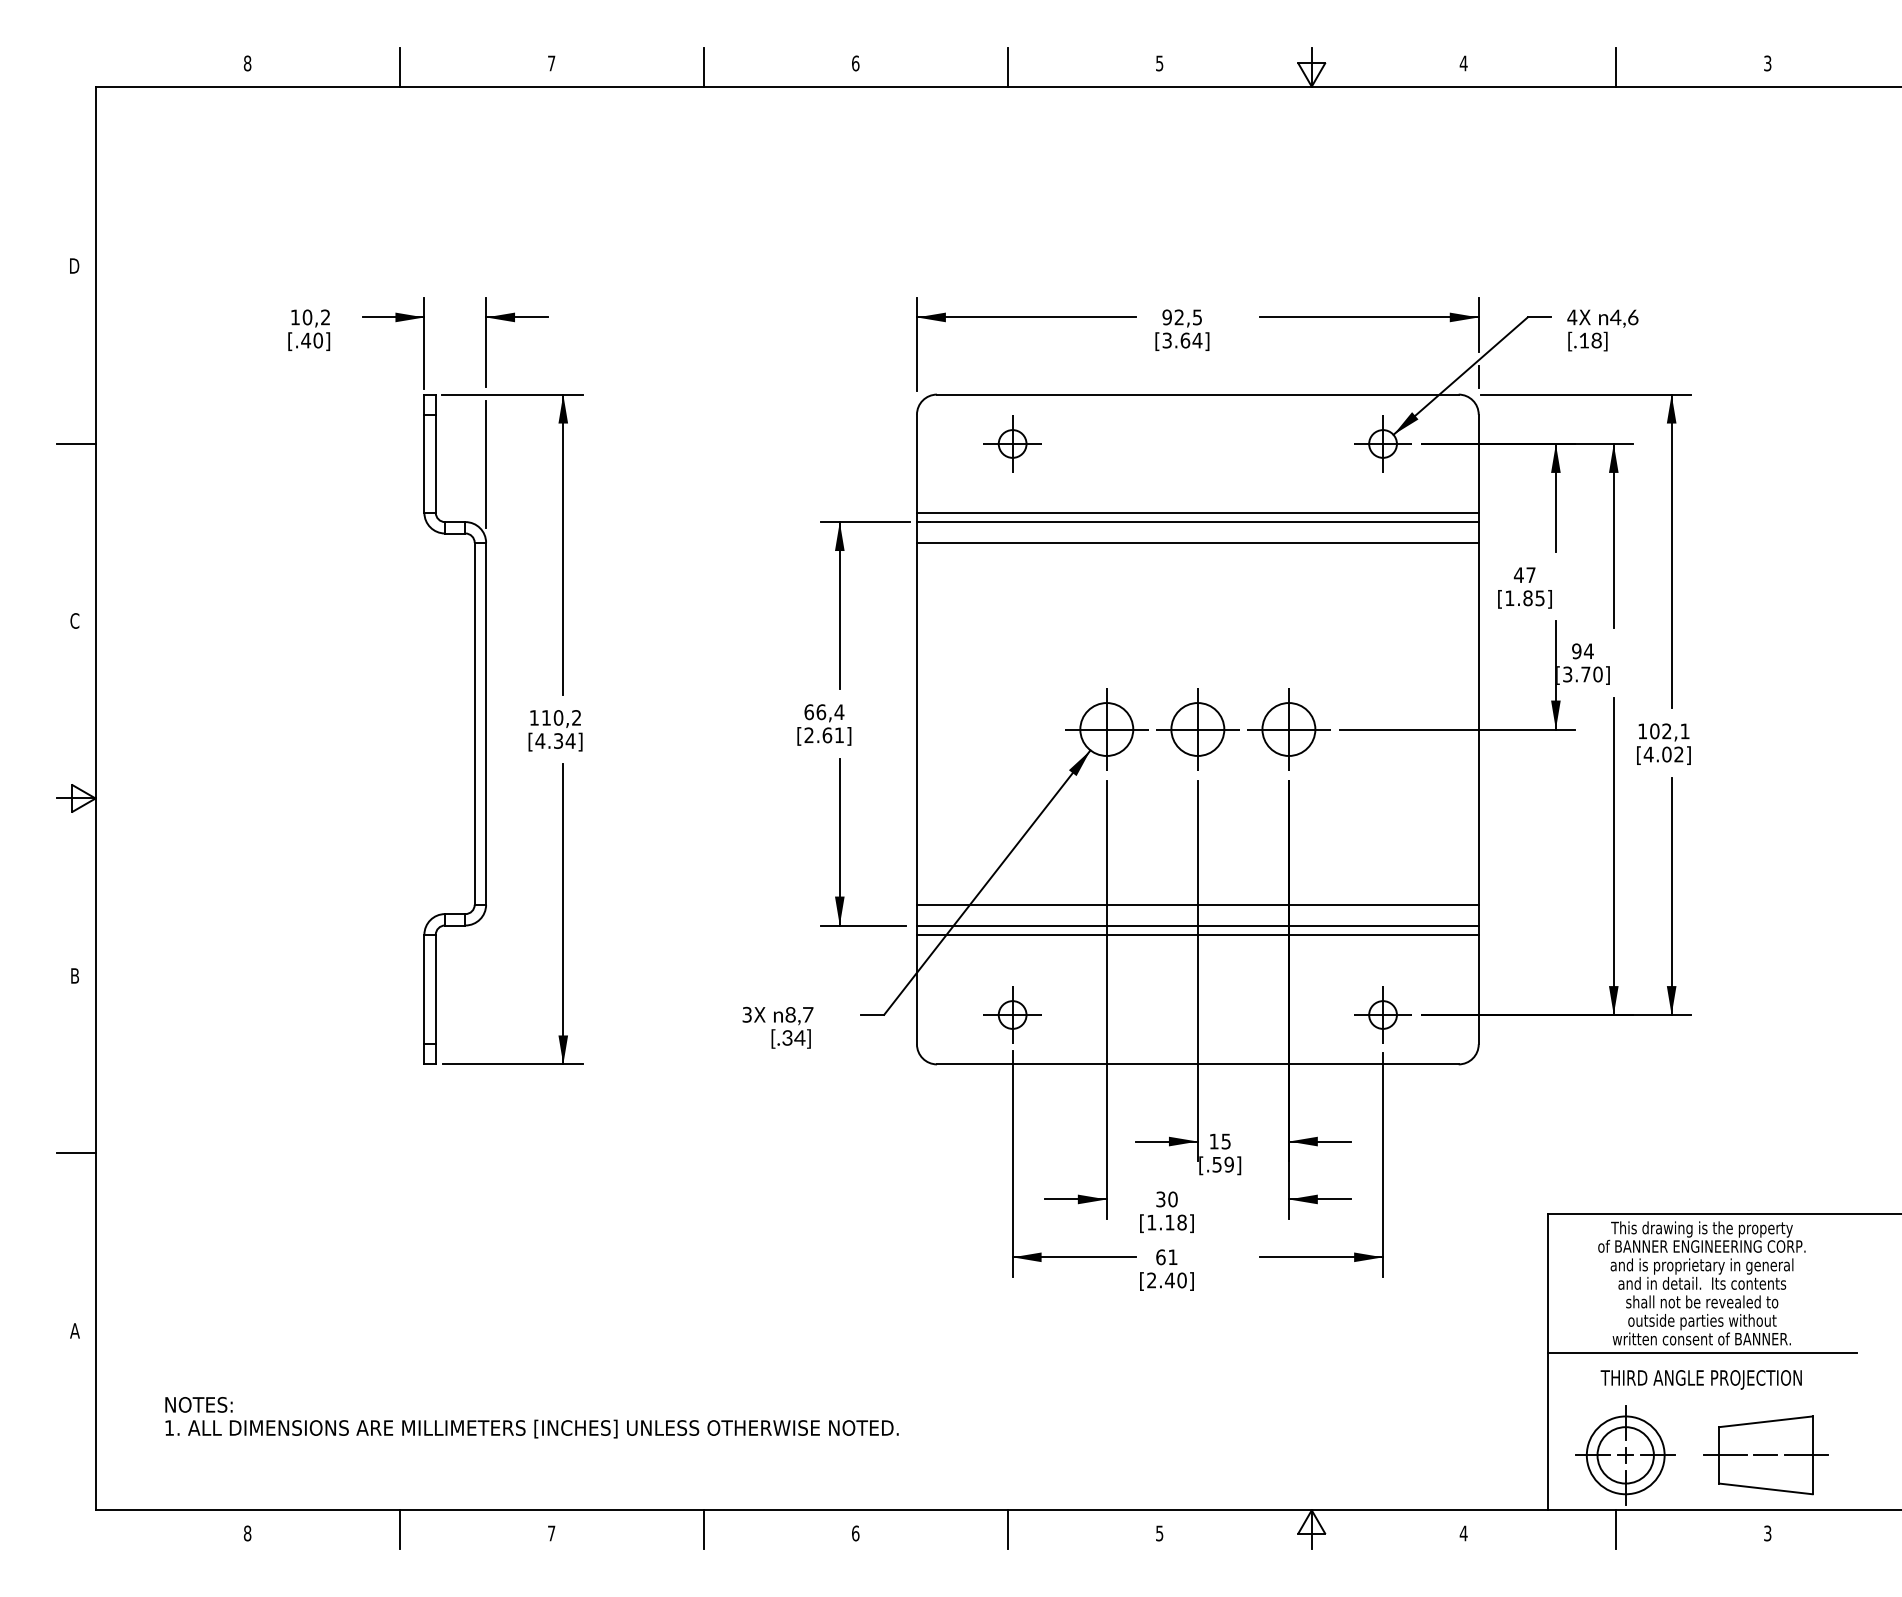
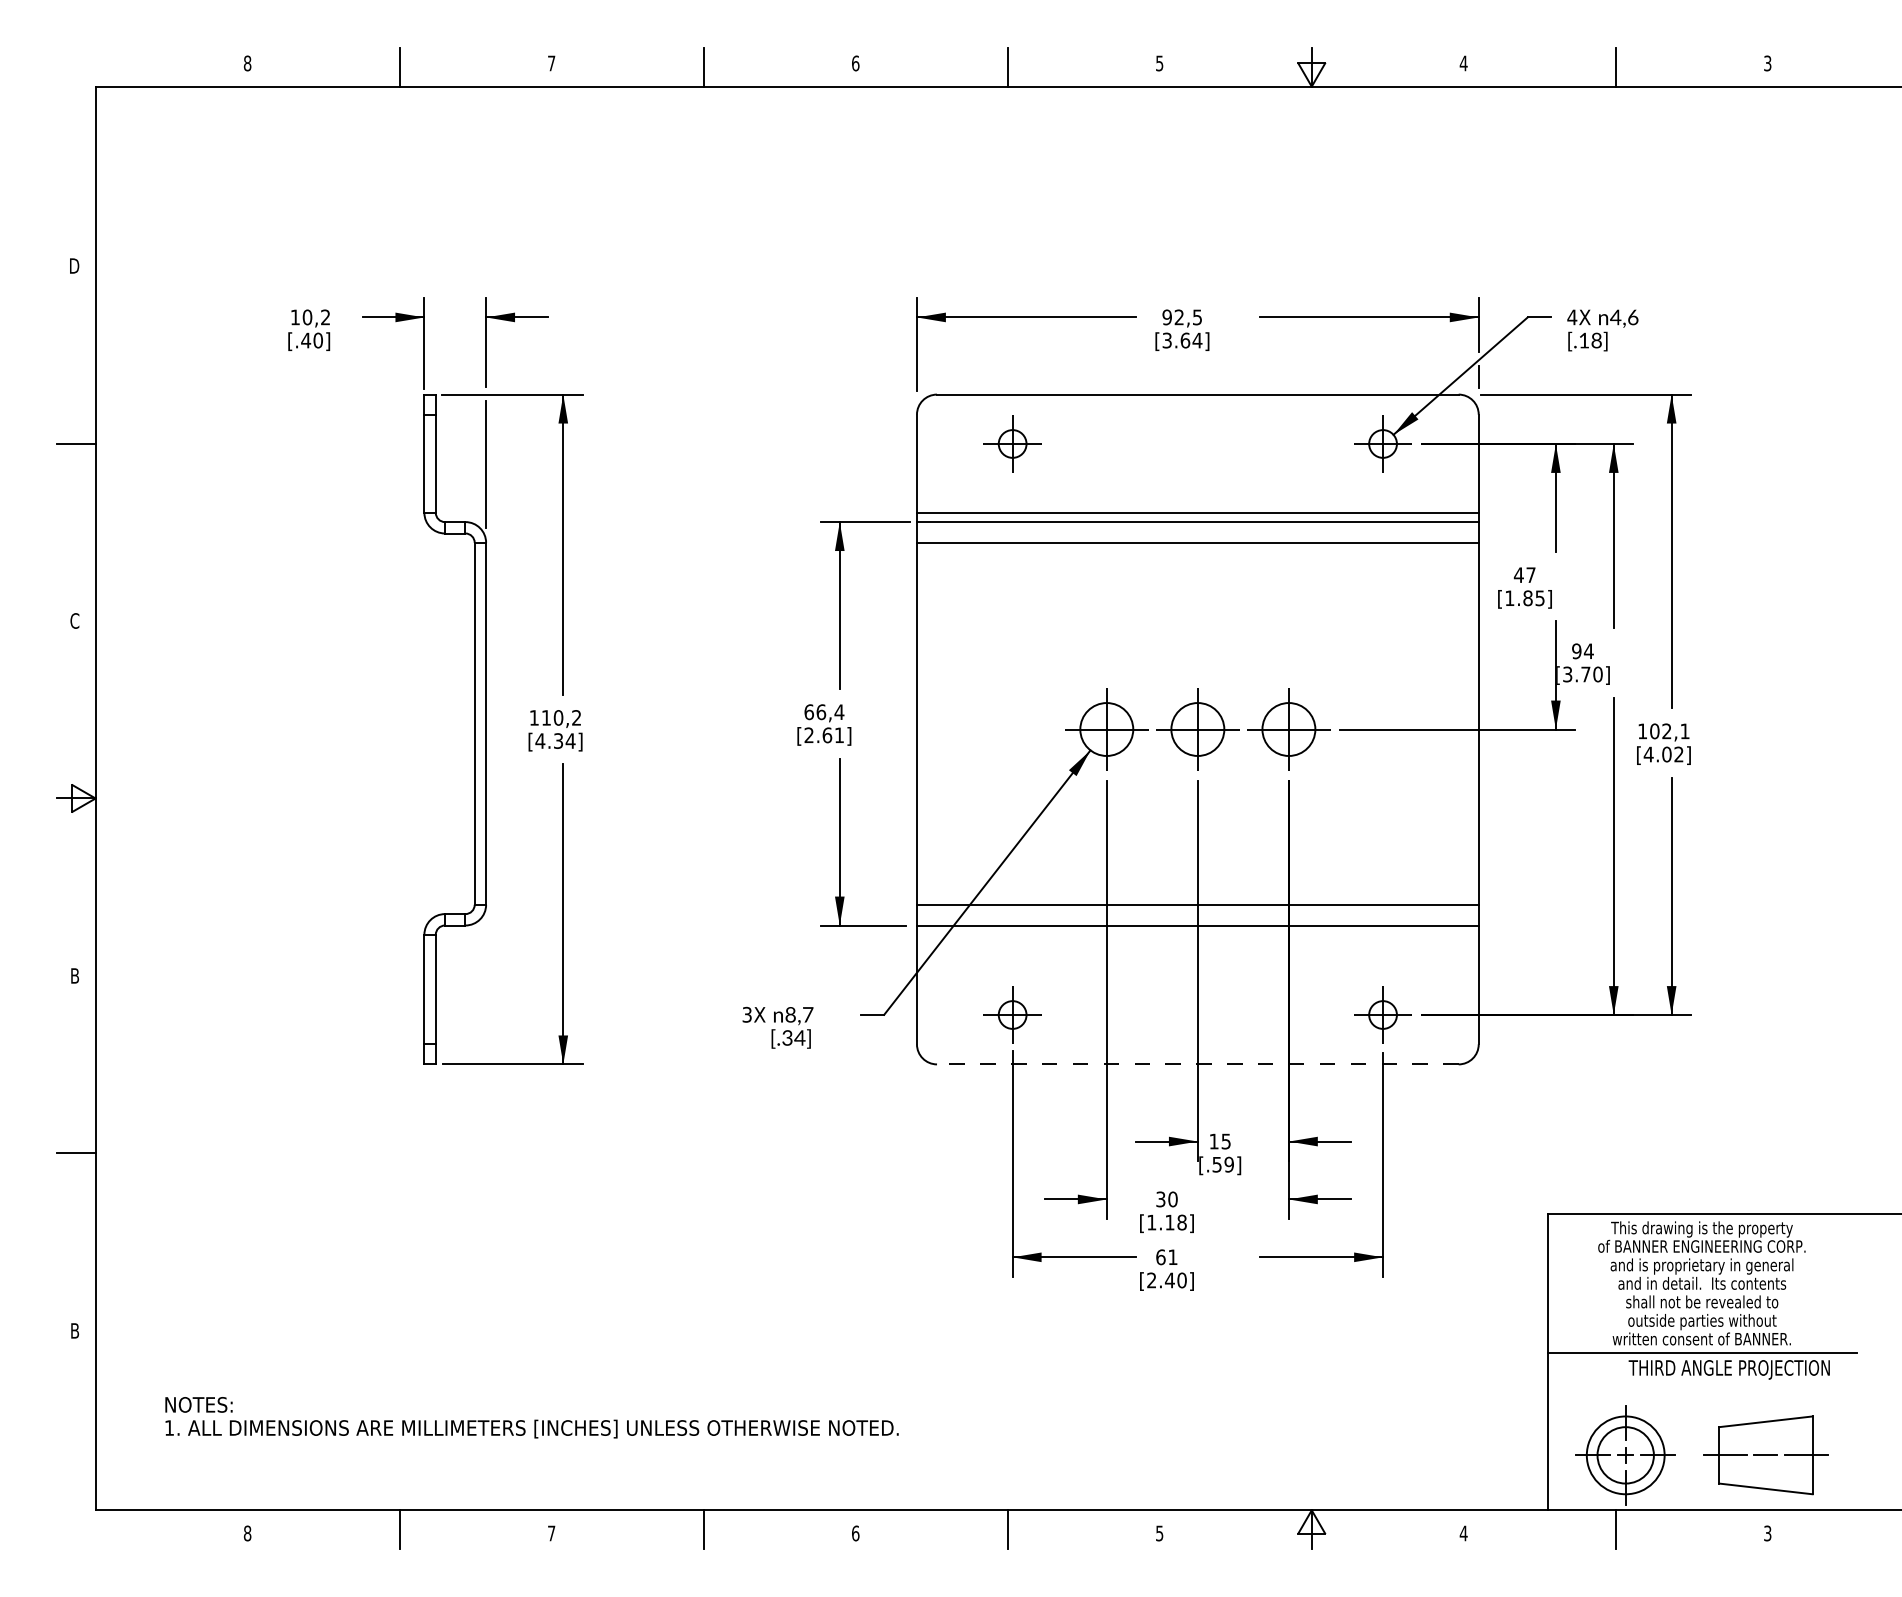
line at (1197, 934): present -> none
line at (1197, 1064): solid -> dashed
text at (74, 1330): A -> B
text at (1700, 1379) position: (1700, 1379) -> (1728, 1369)
